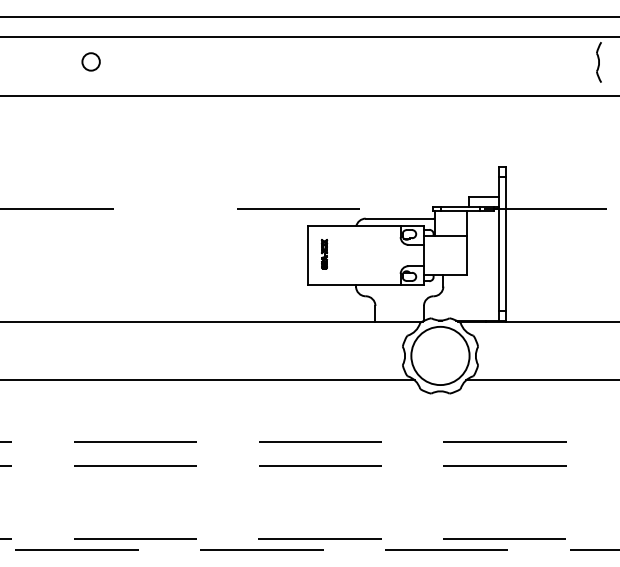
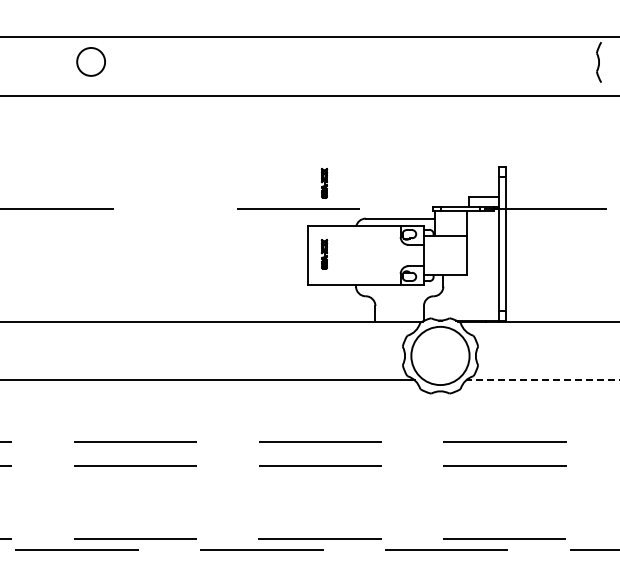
line at (309, 16): present -> none
circle at (90, 61) diameter: 17 px -> 28 px
part at (324, 183): none -> present
line at (542, 380): solid -> dashed
